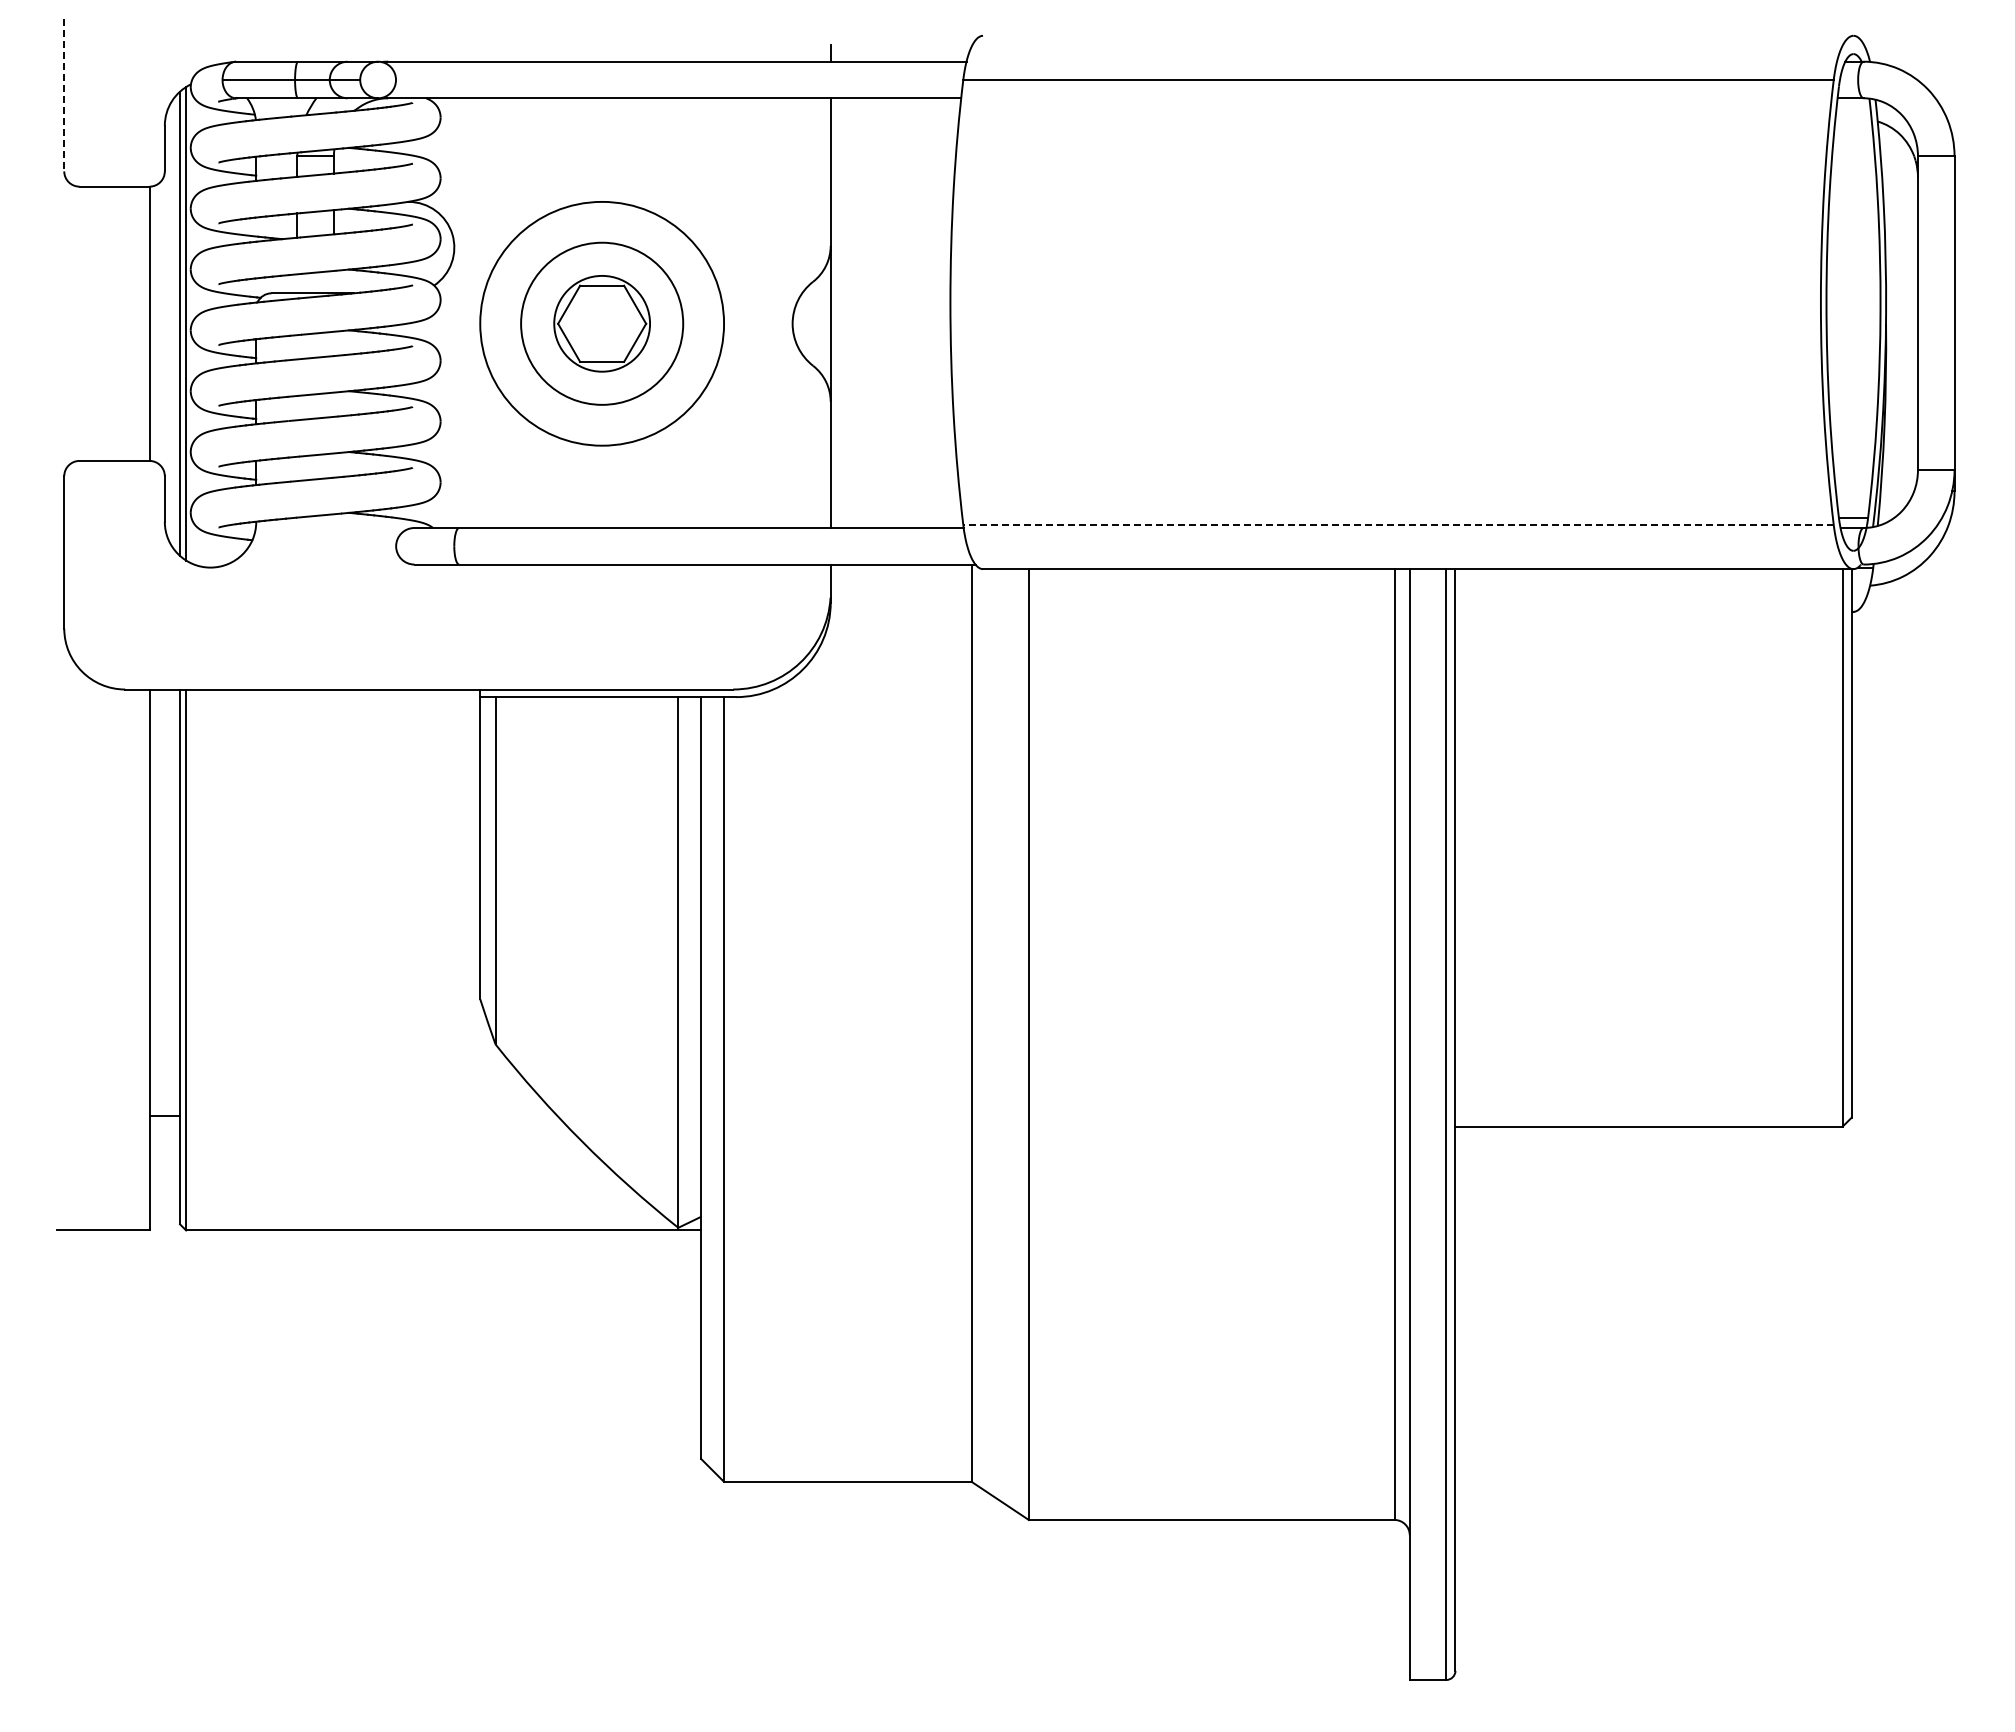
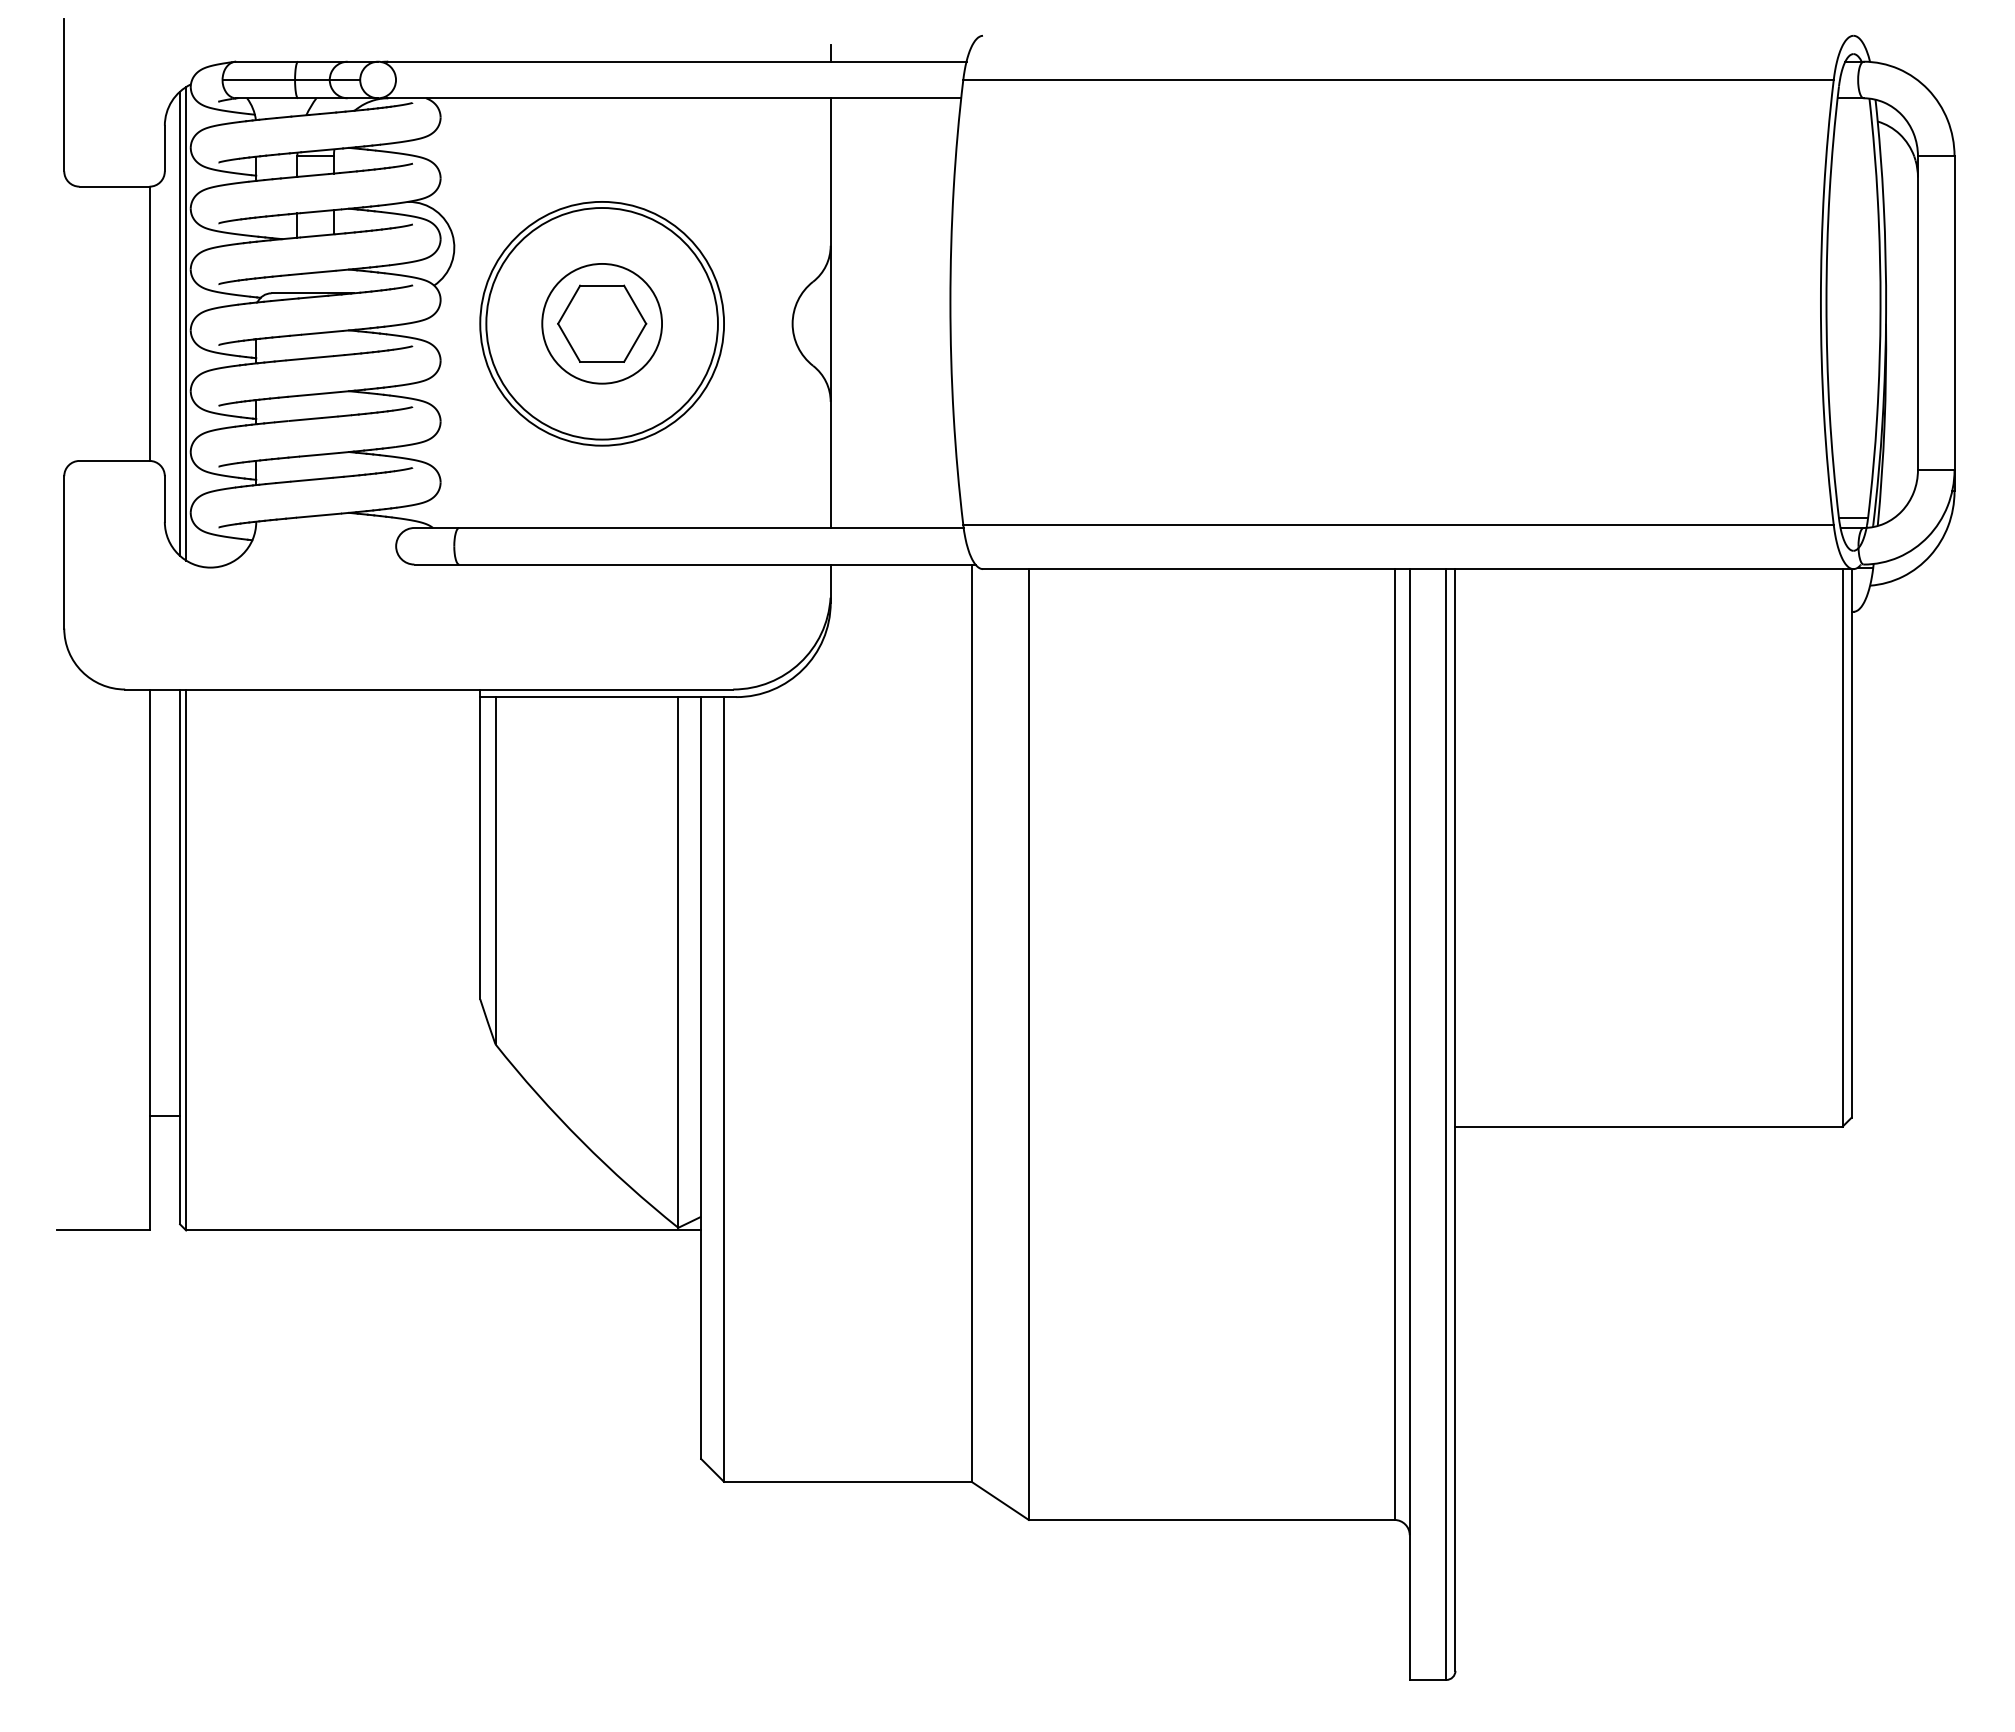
line at (64, 95): dashed -> solid
circle at (602, 323) diameter: 162 px -> 232 px
circle at (602, 323) diameter: 96 px -> 120 px
line at (1398, 525): dashed -> solid
